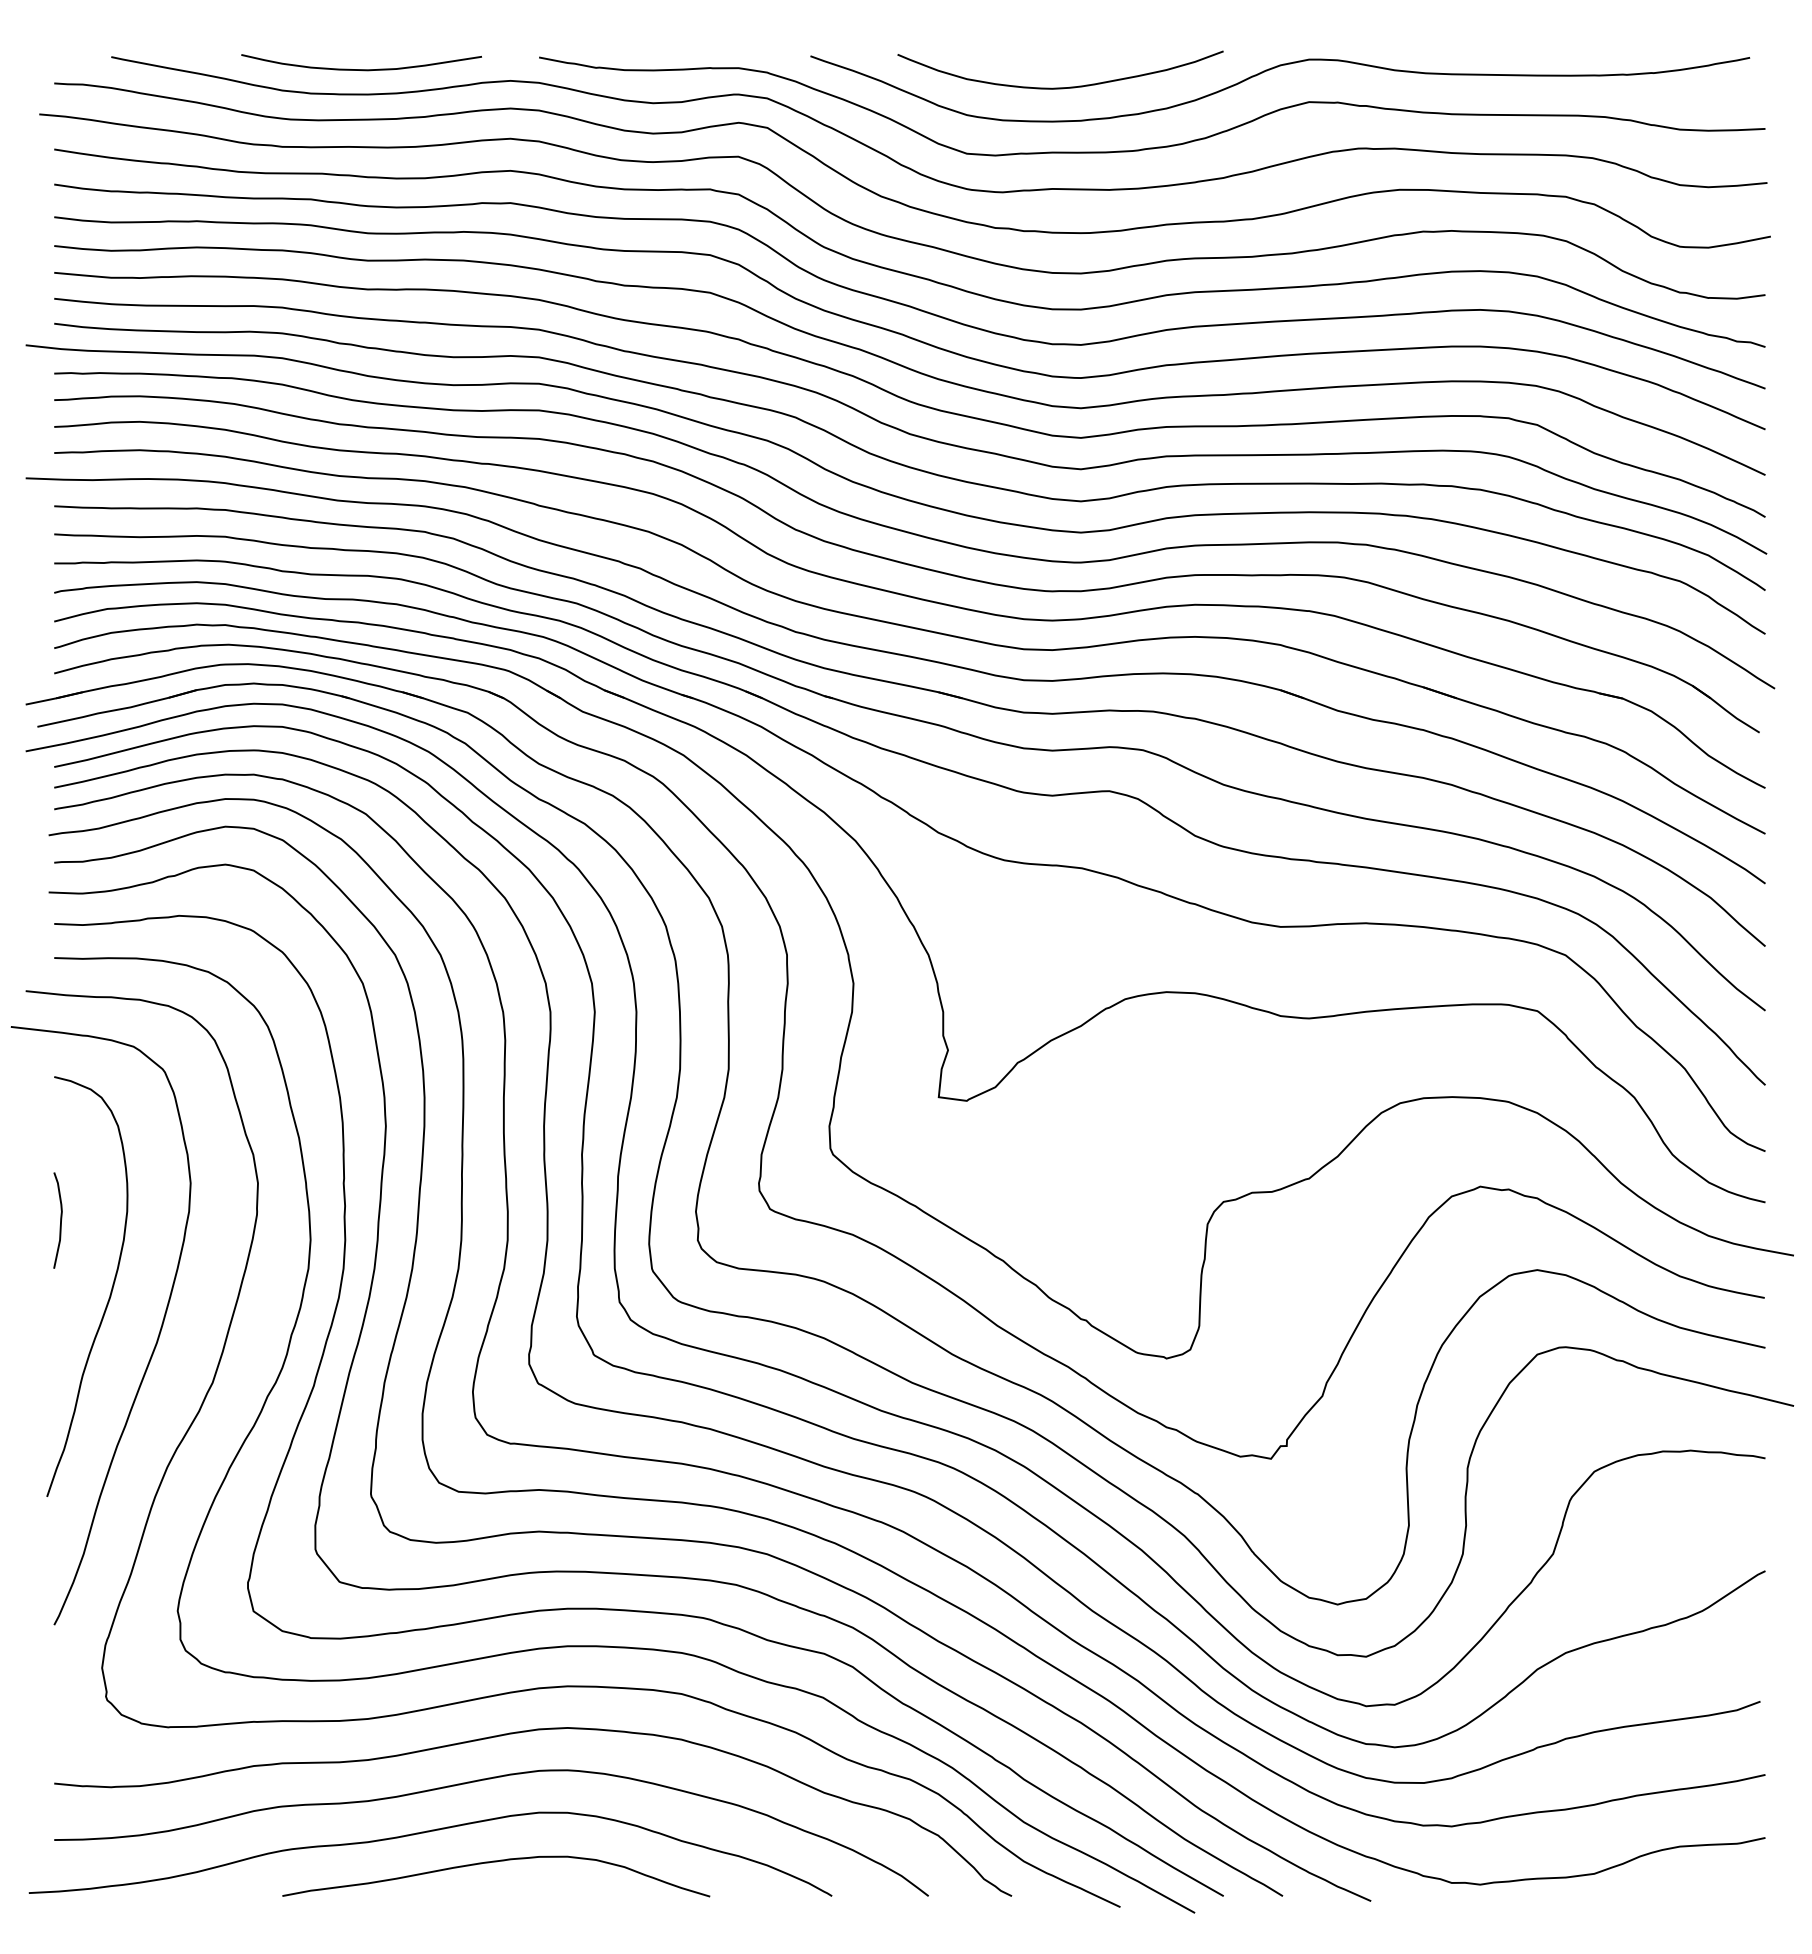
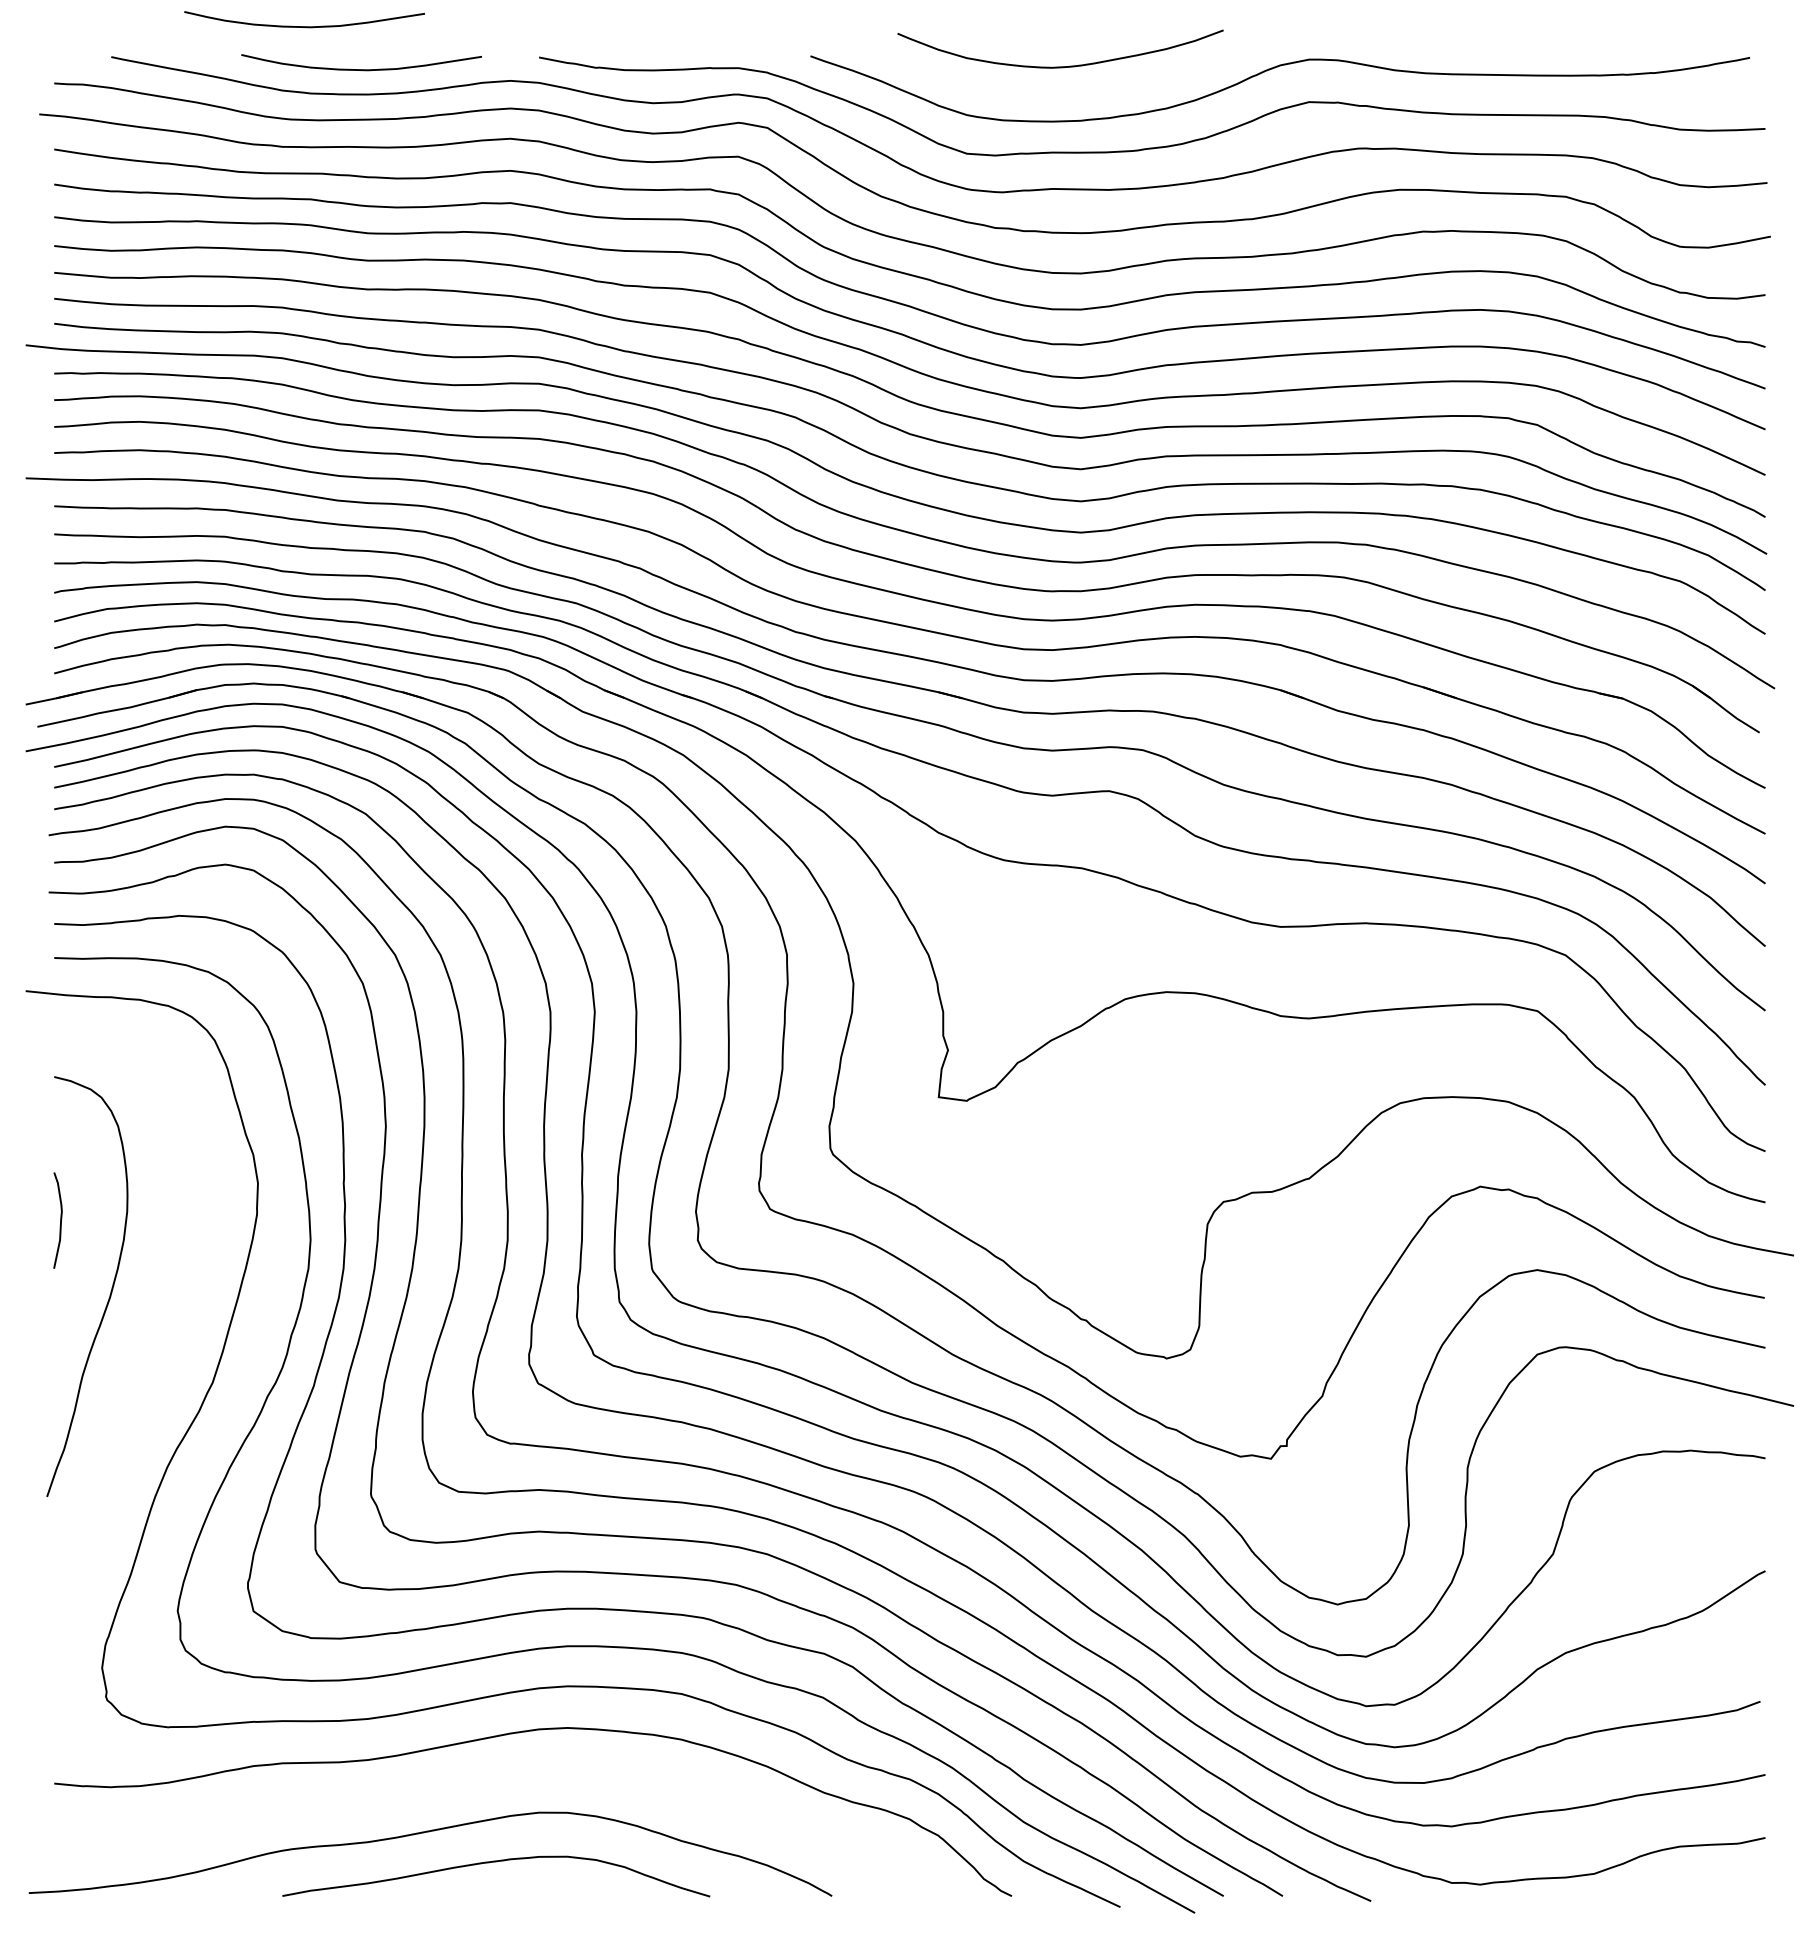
curve at (304, 26): none -> present
curve at (1060, 87) position: (1060, 87) -> (1060, 66)
curve at (154, 1345): present -> none
curve at (480, 1781): present -> none
